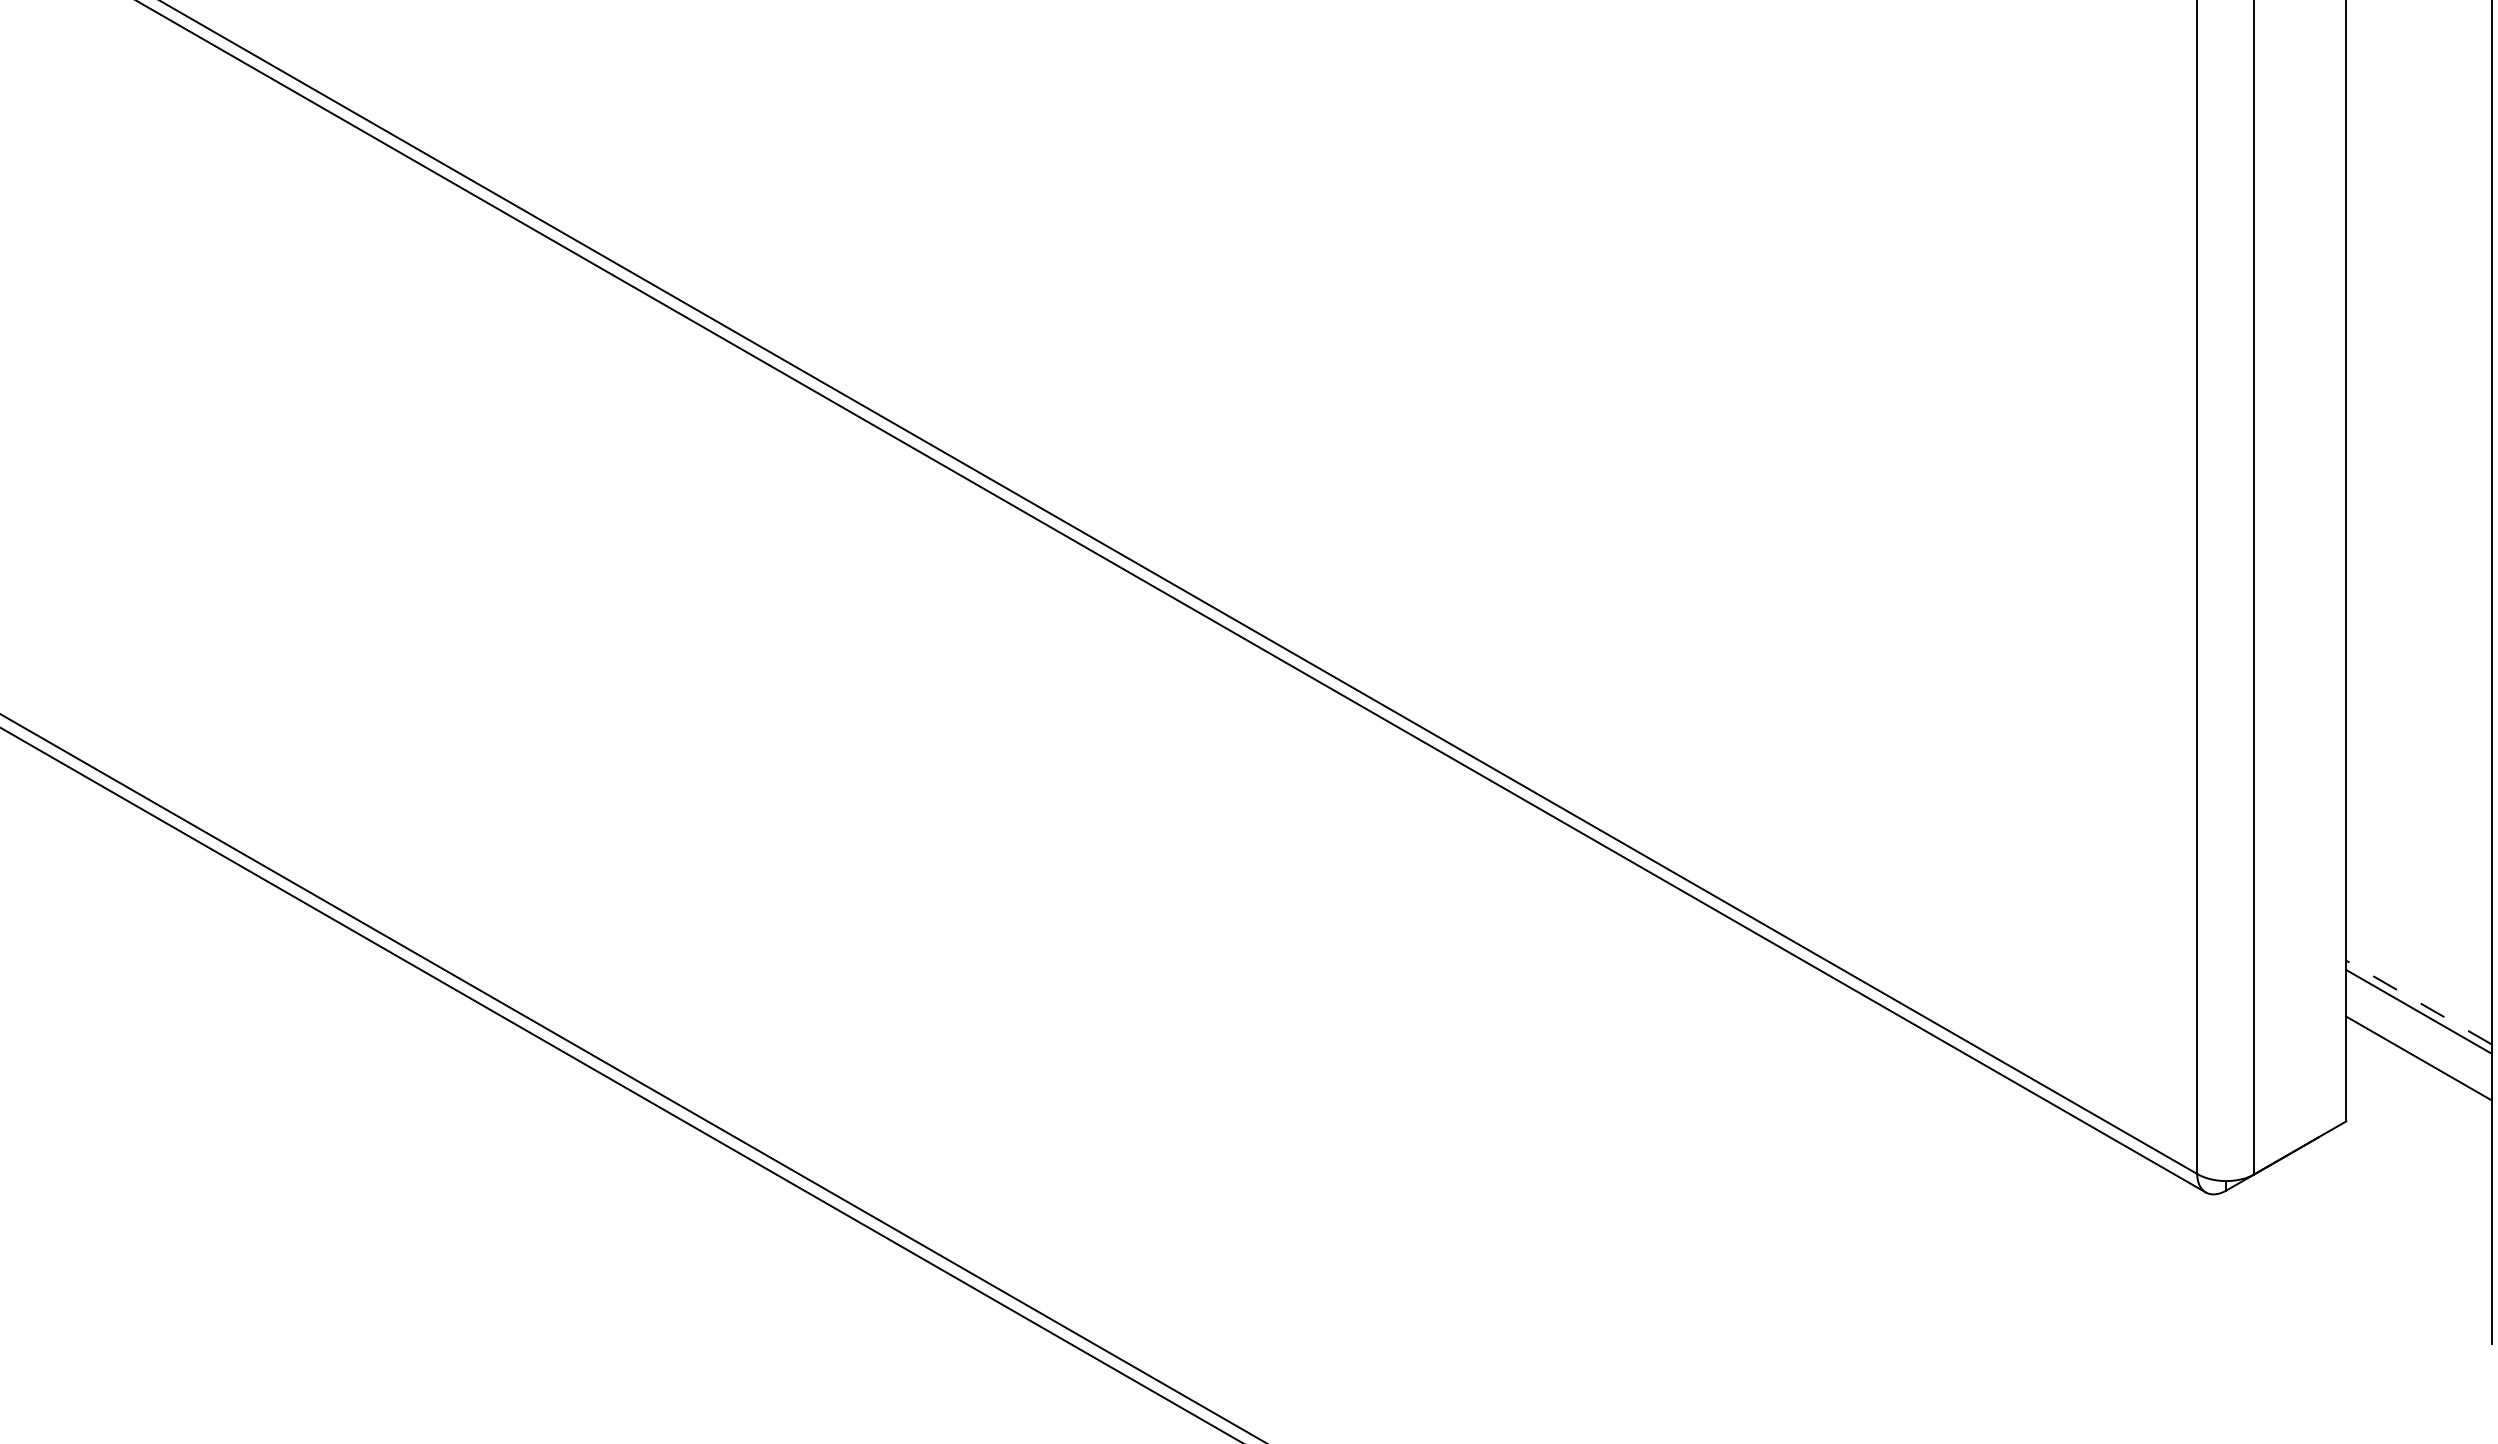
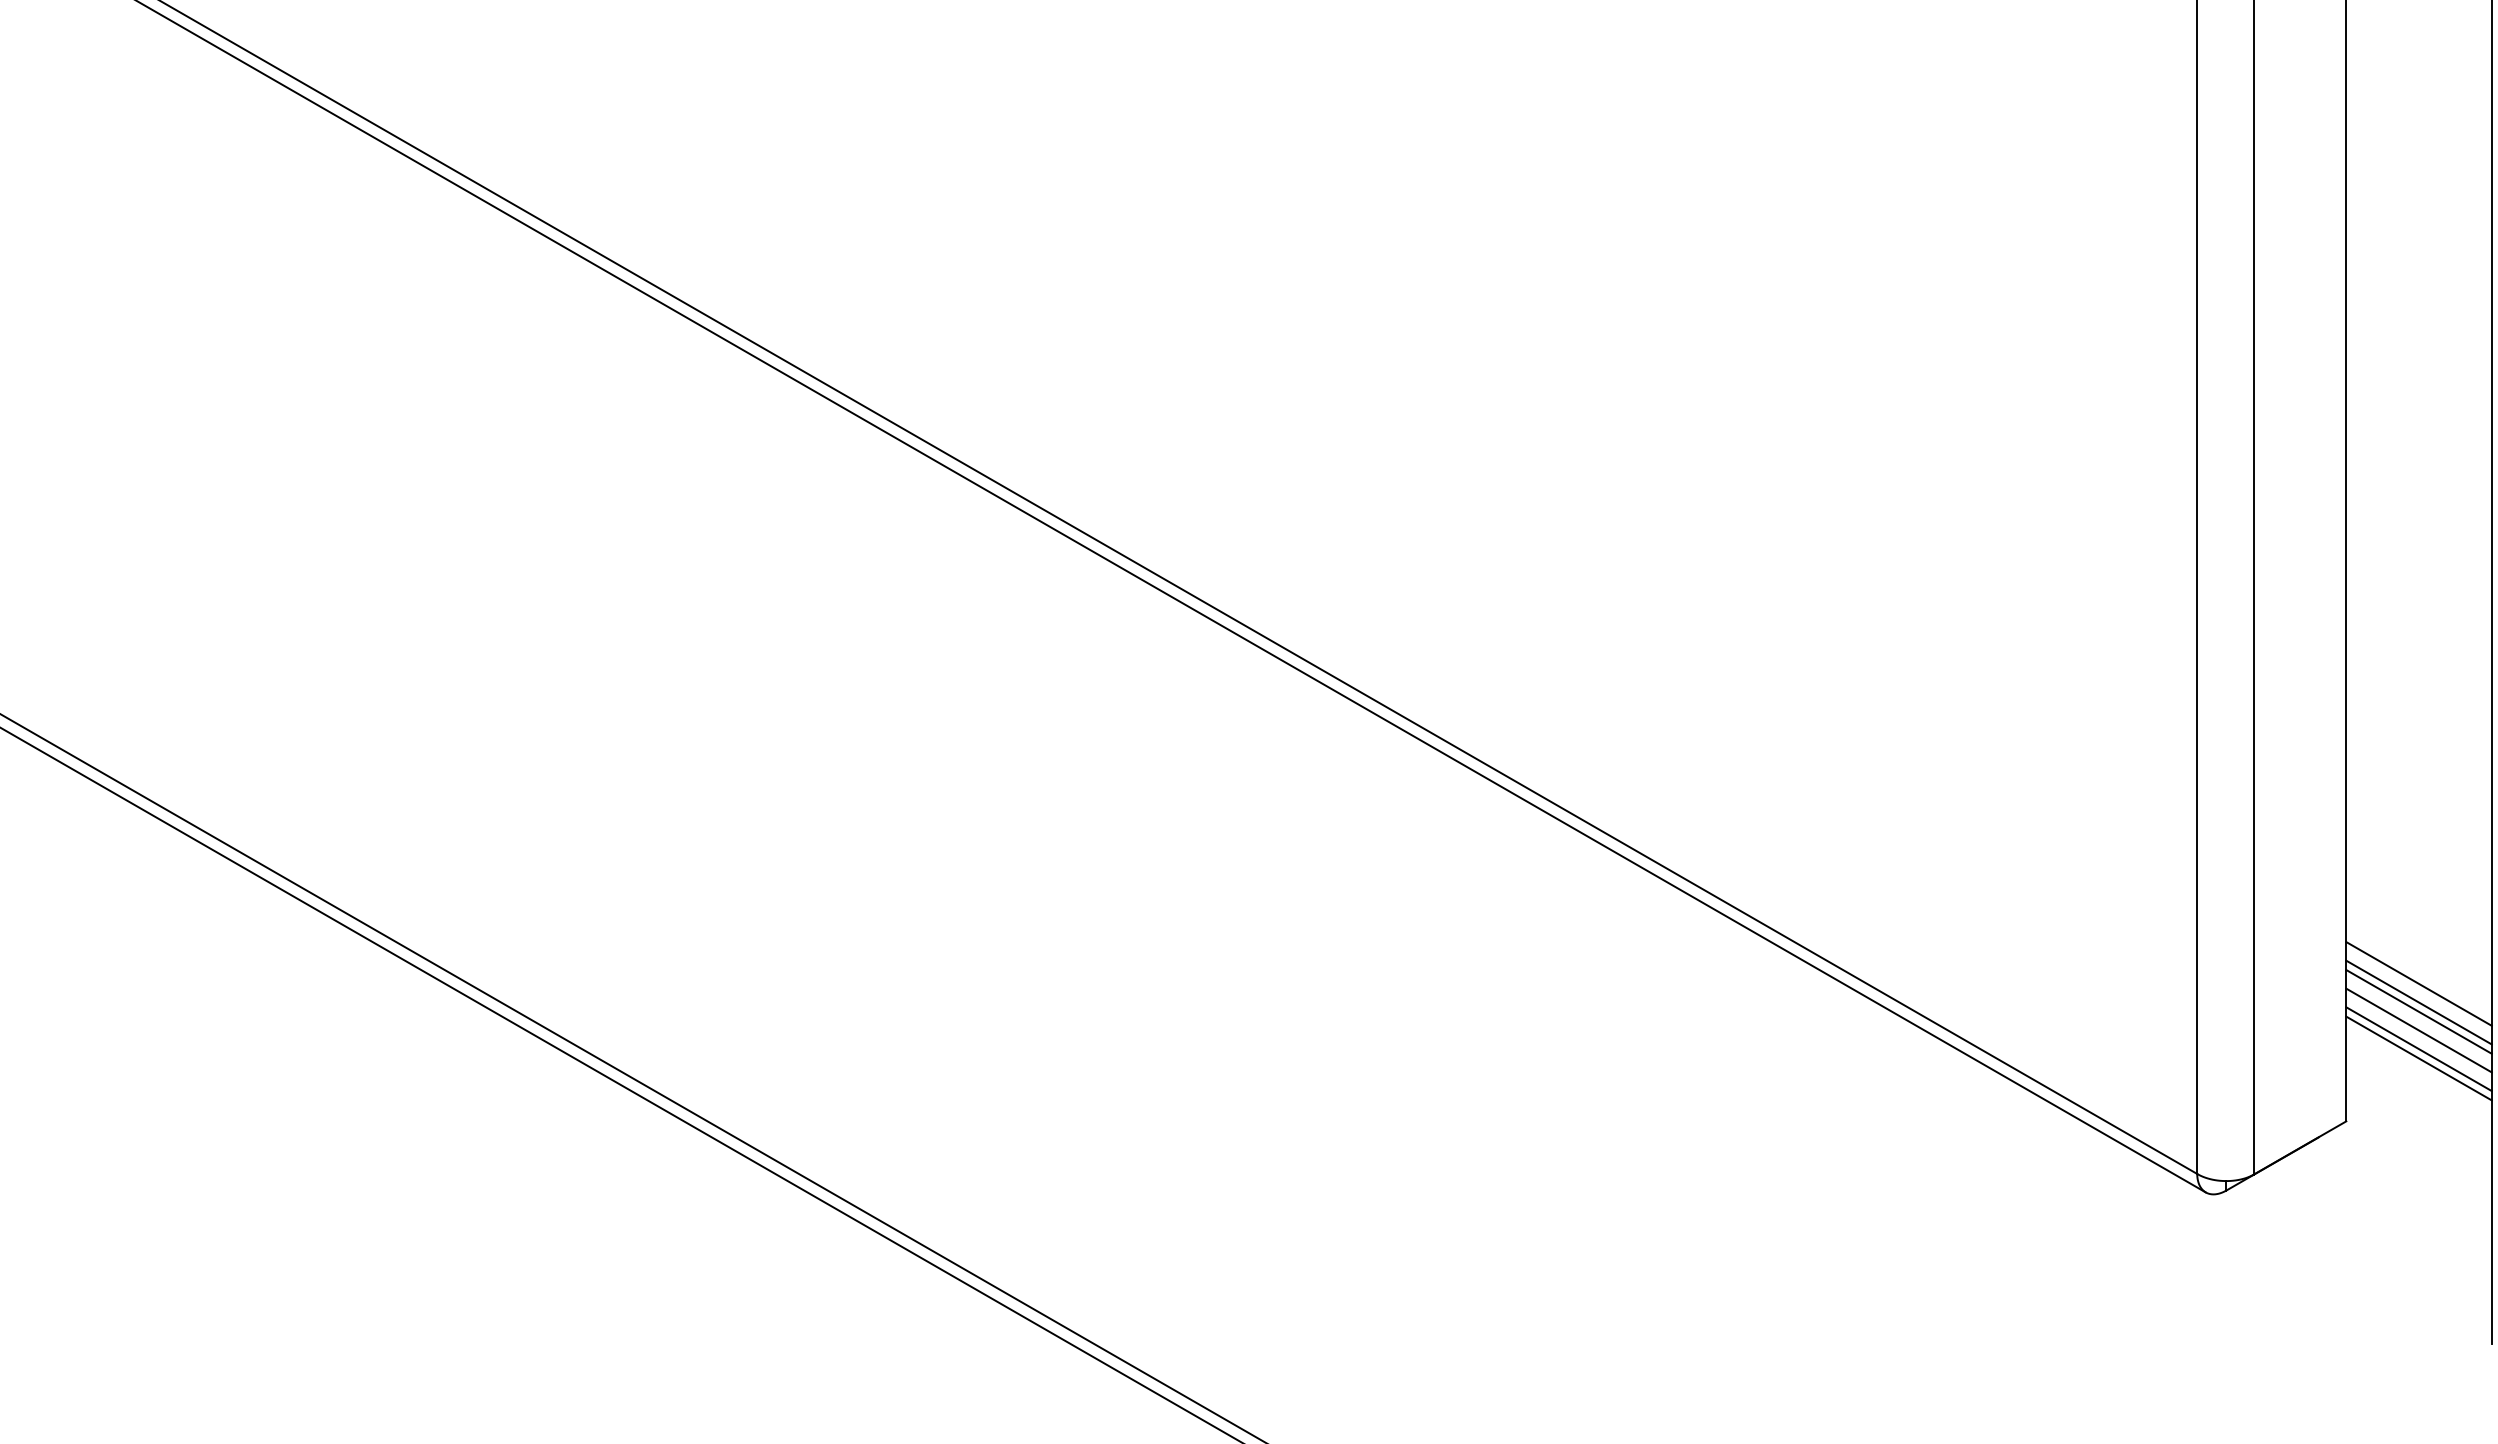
line at (2418, 983): none -> present
line at (2419, 1002): dashed -> solid
line at (2418, 1030): none -> present
line at (2418, 1049): none -> present
